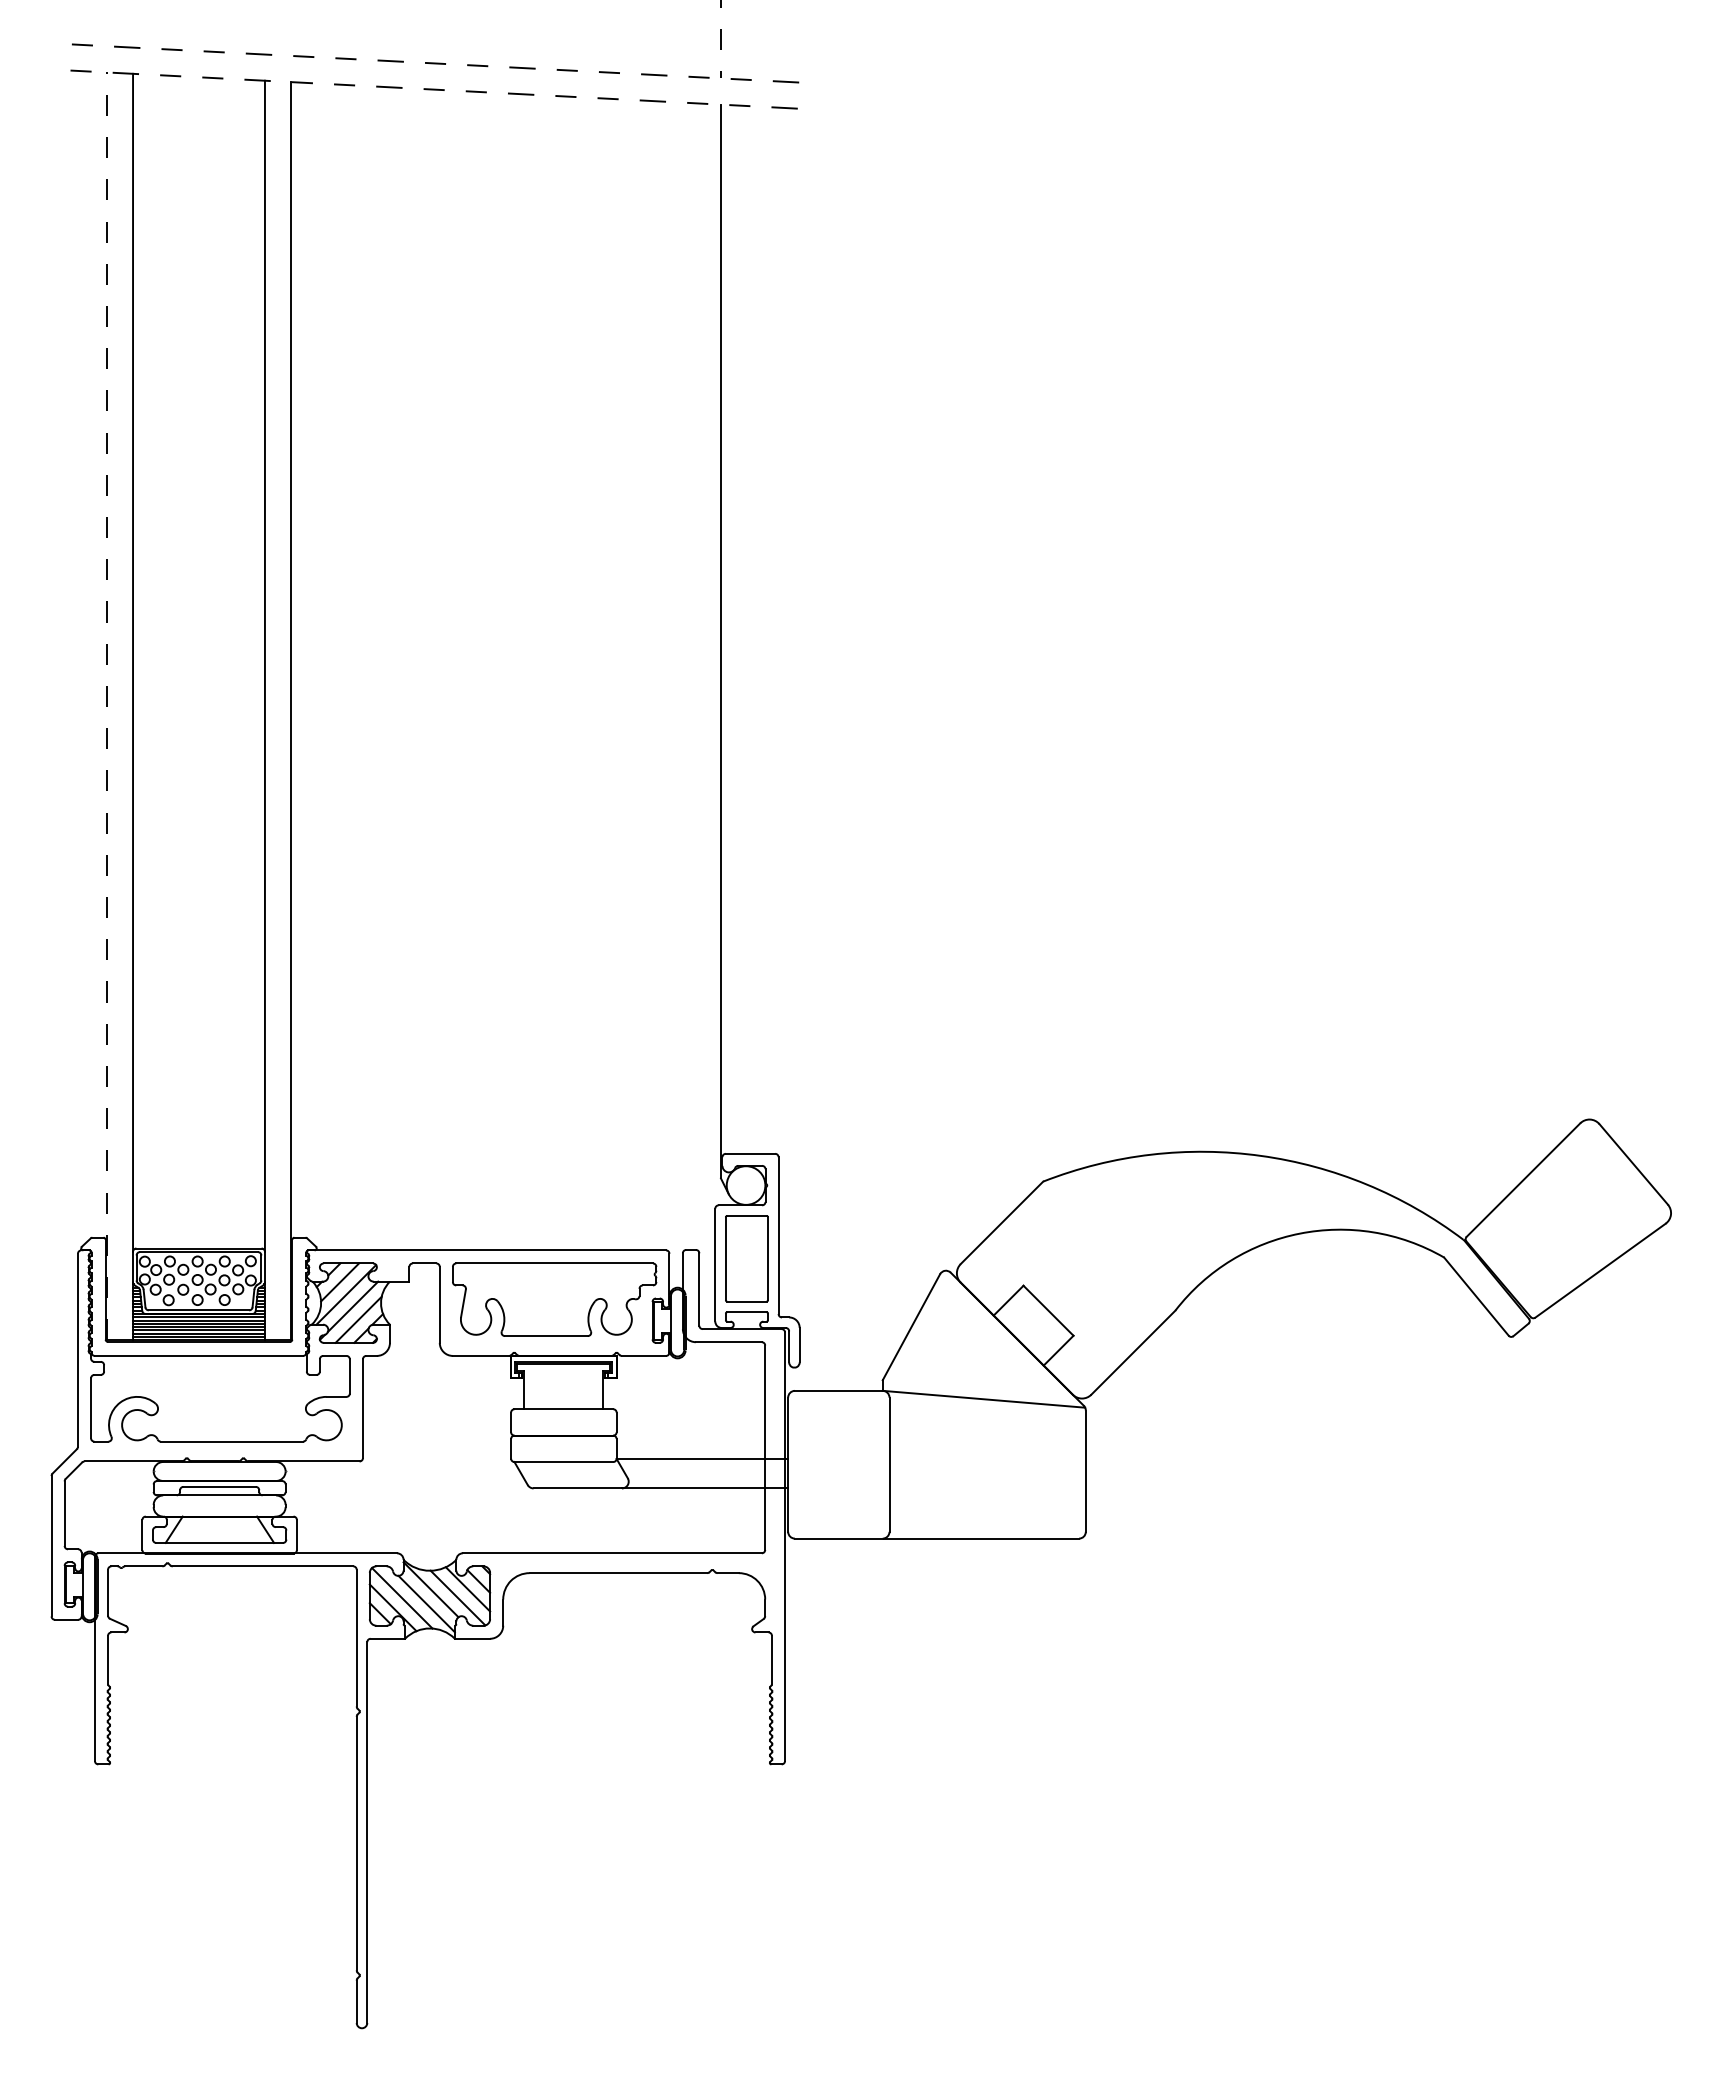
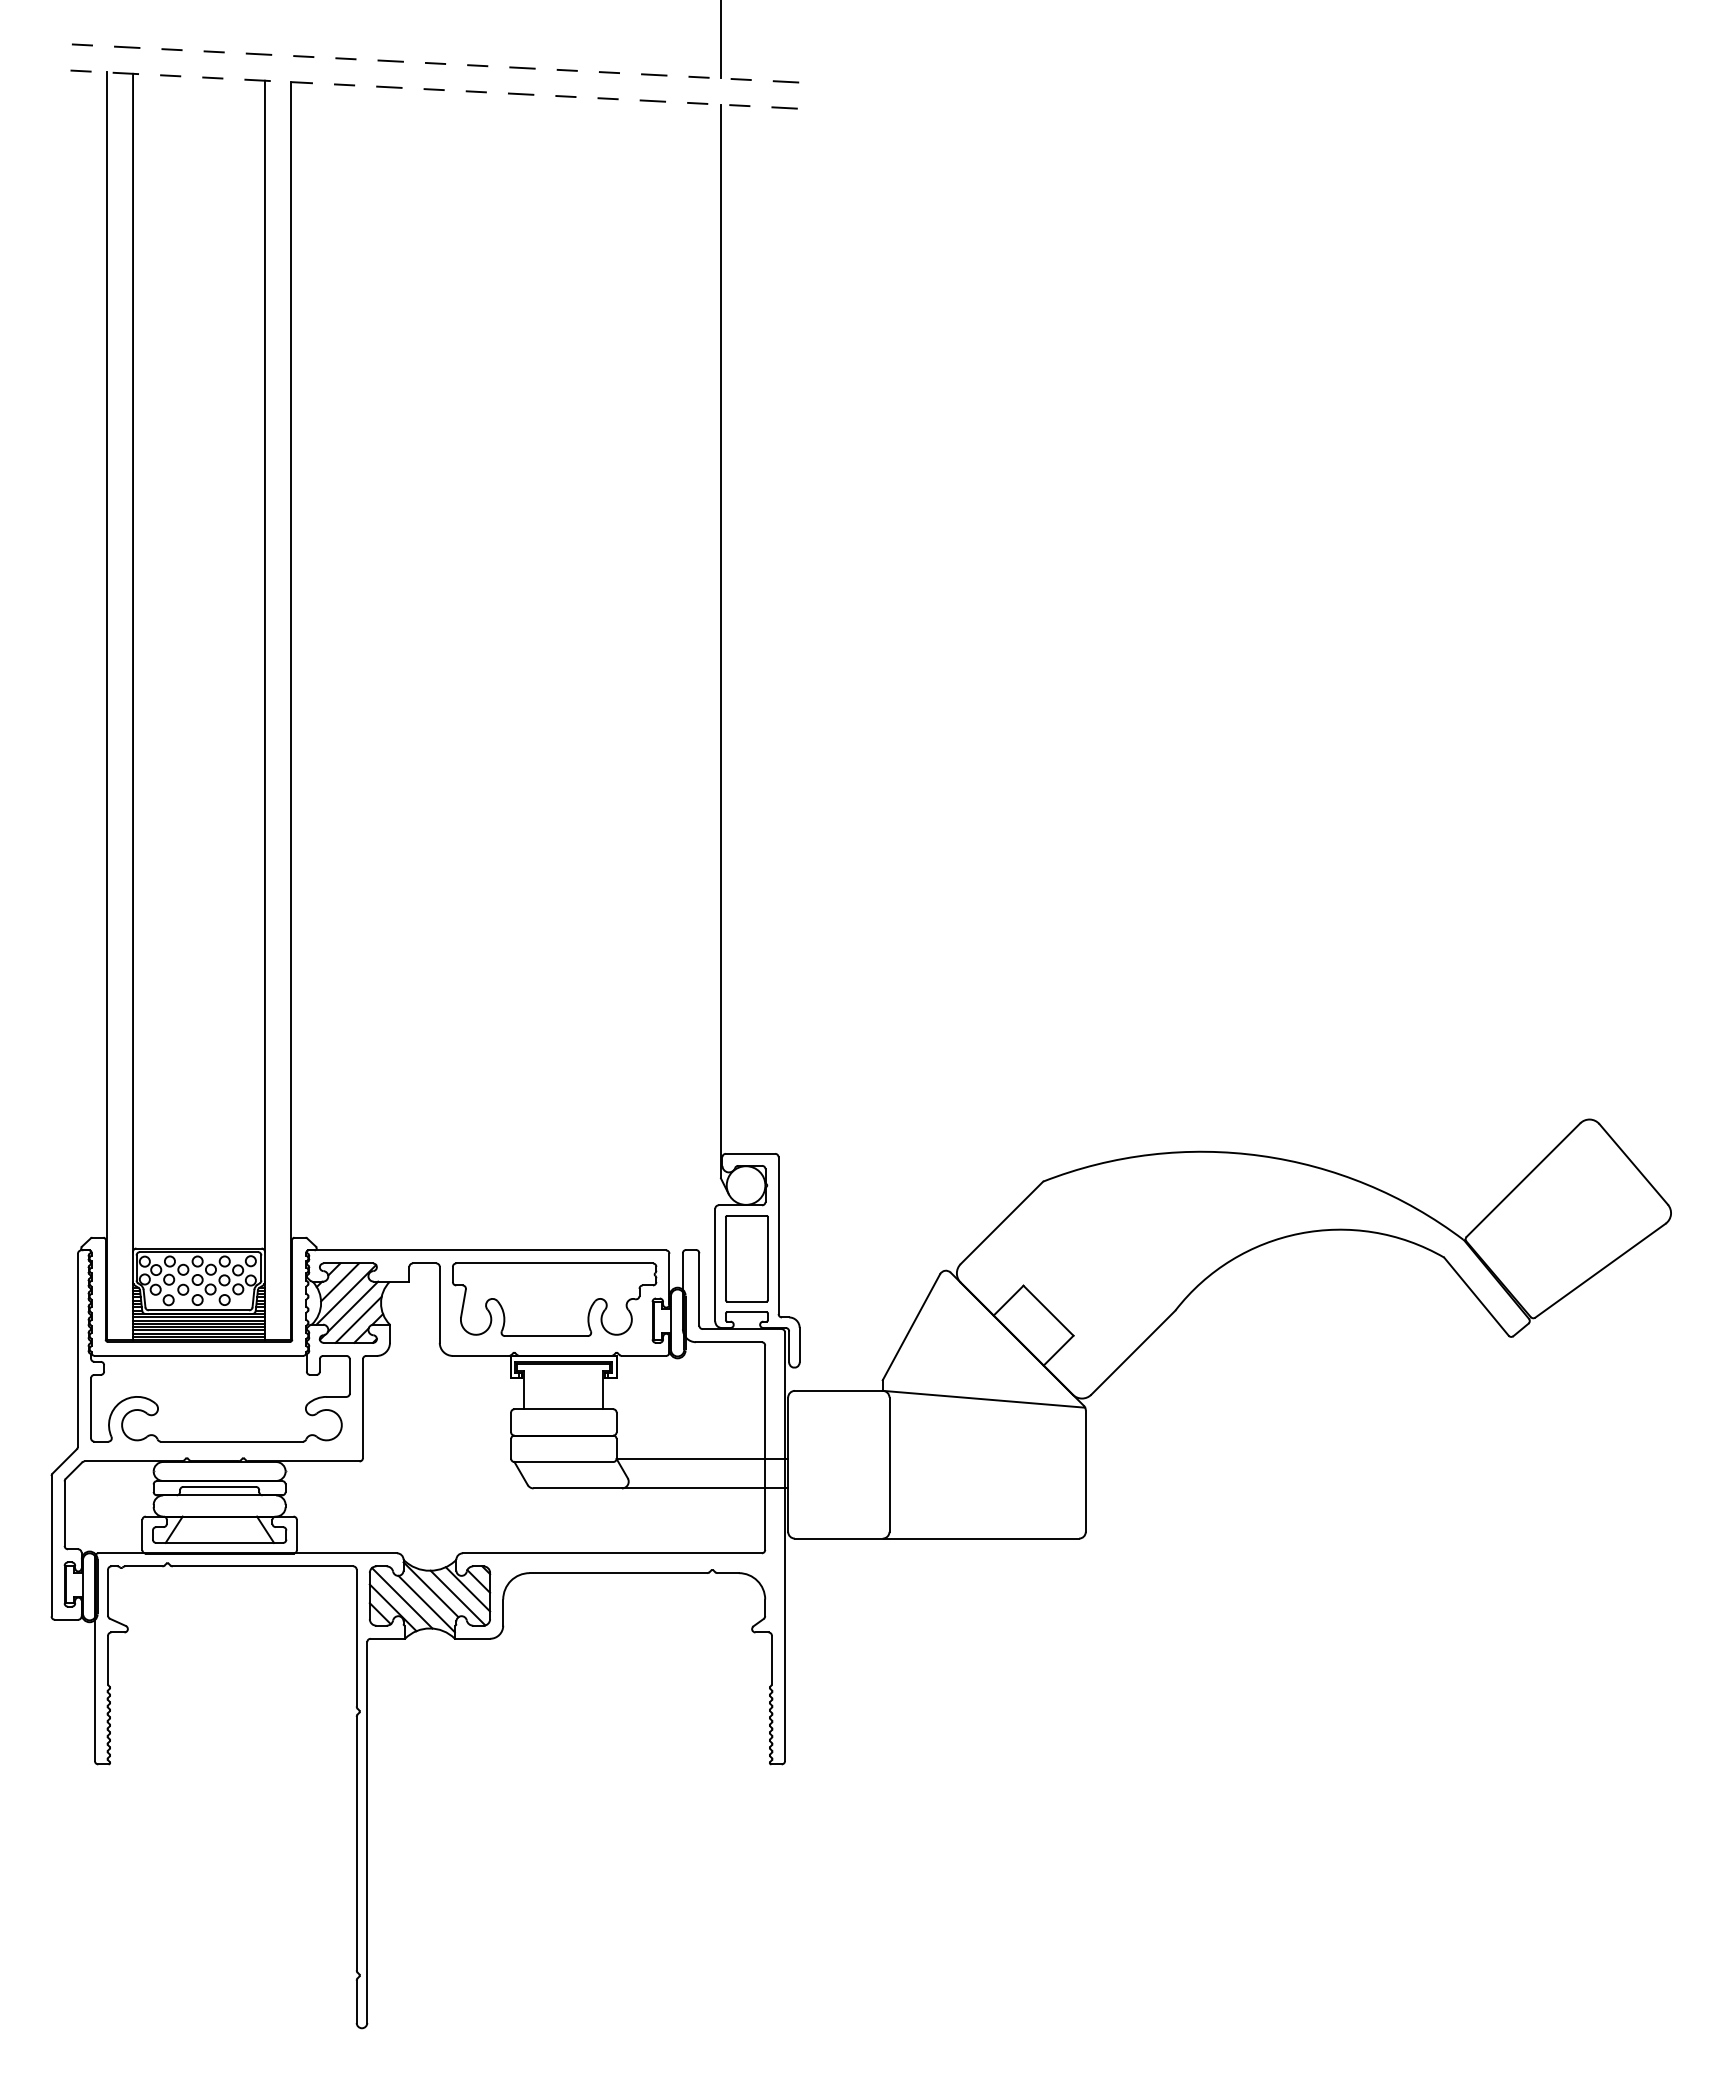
line at (720, 39): dashed -> solid
line at (106, 706): dashed -> solid
